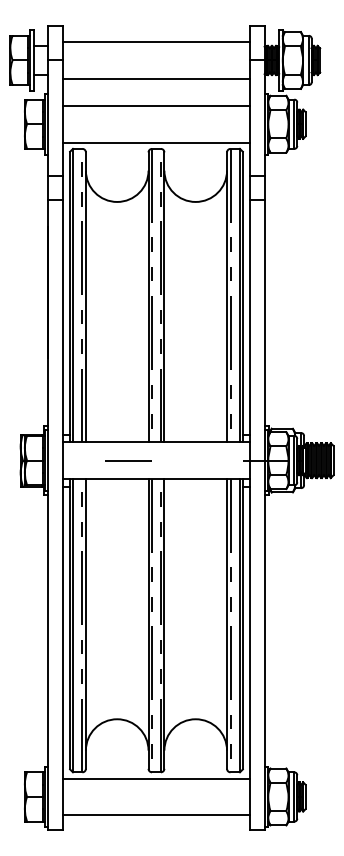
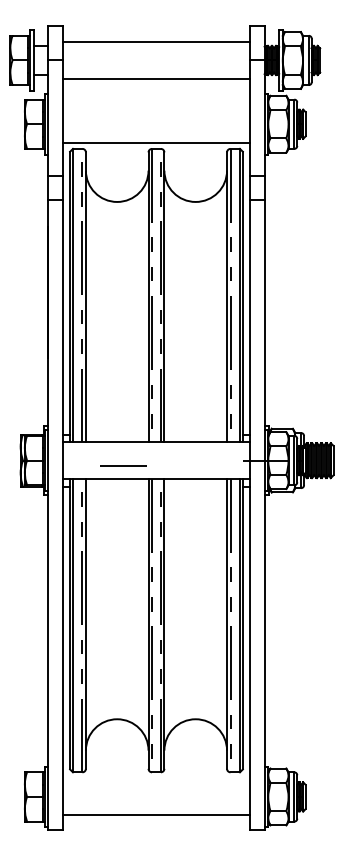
line at (156, 105): present -> none
line at (128, 460) position: (128, 460) -> (123, 465)
line at (156, 778): present -> none
